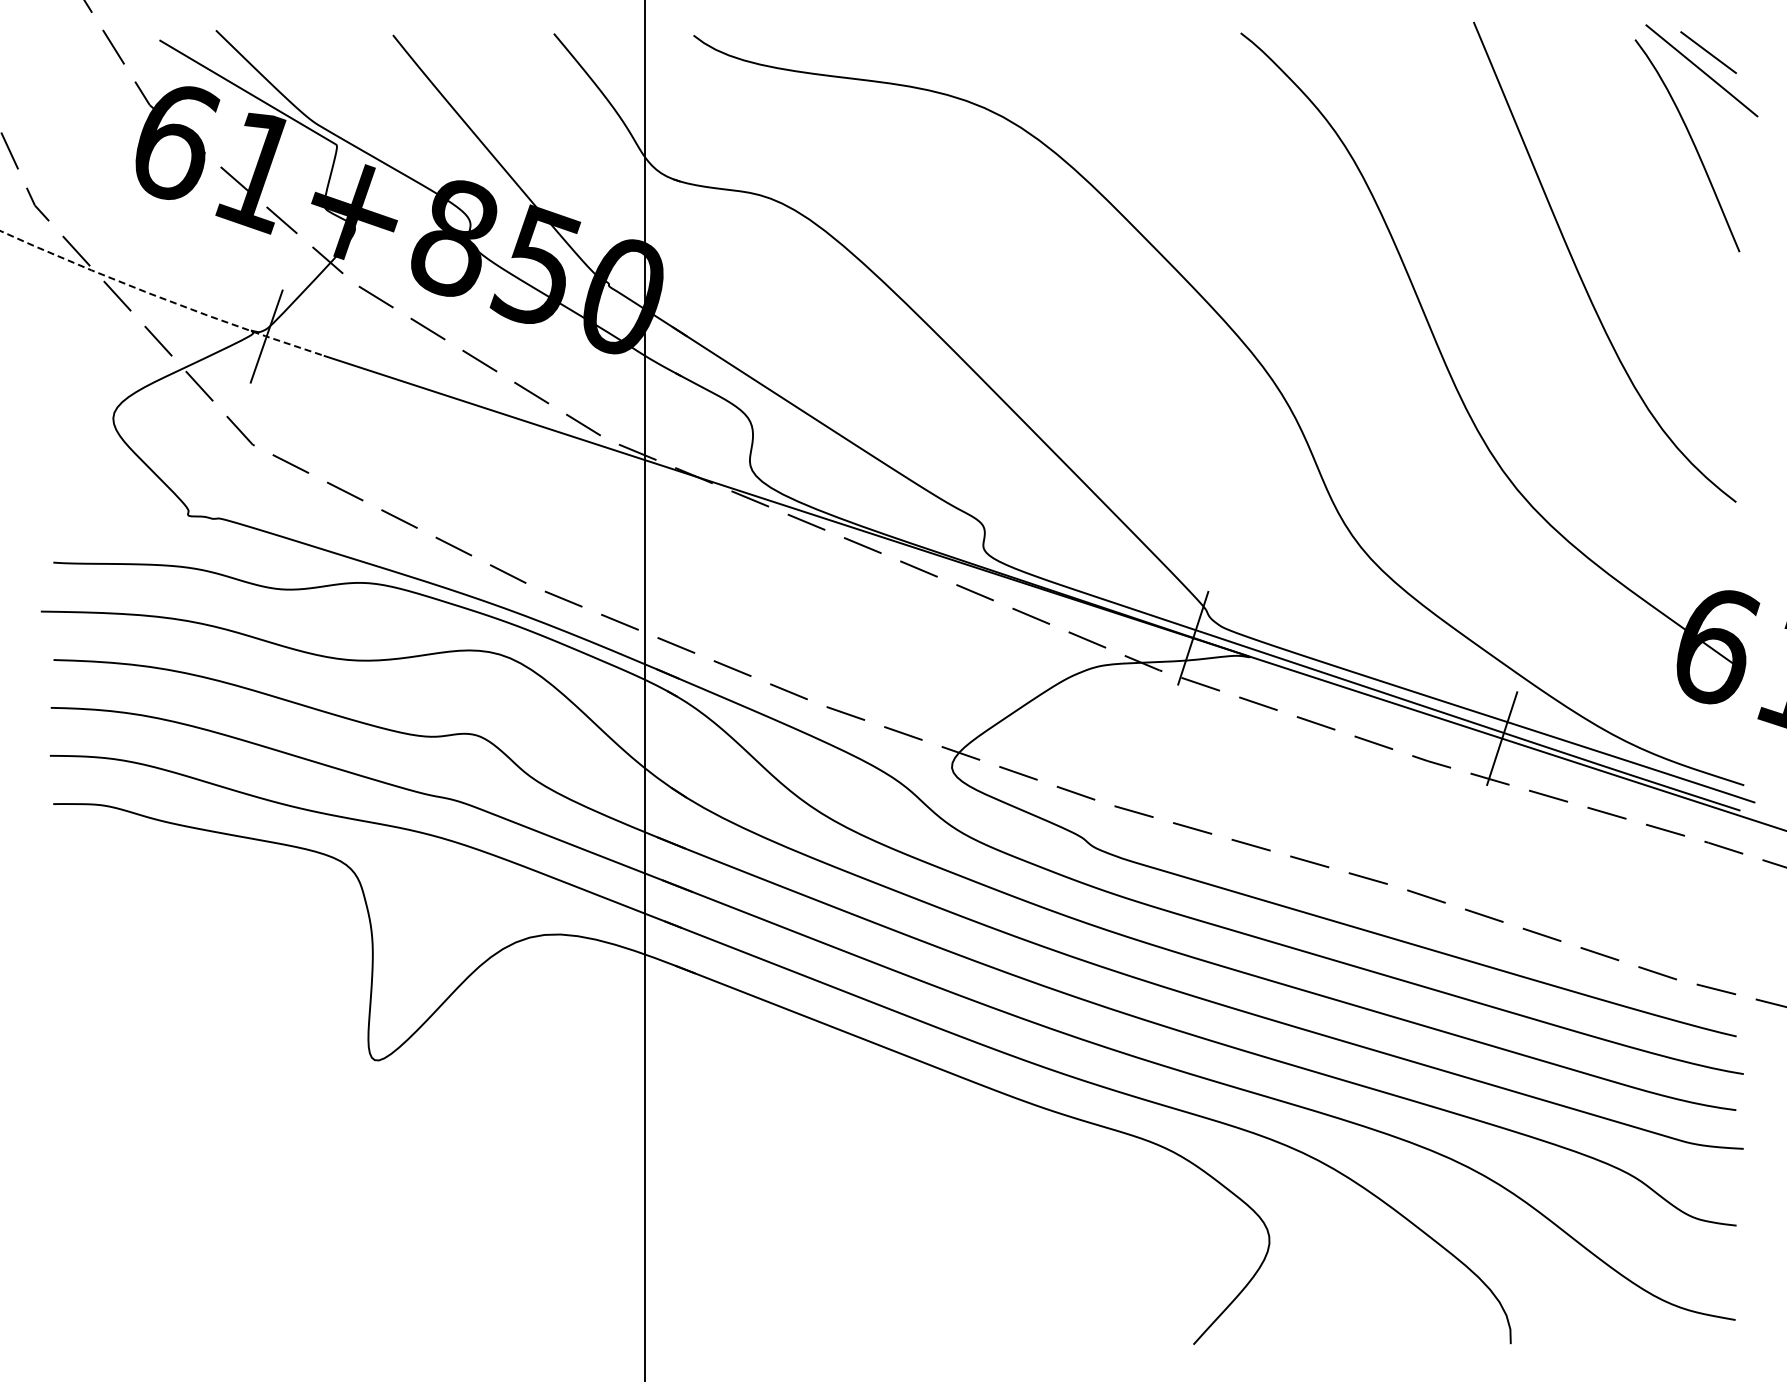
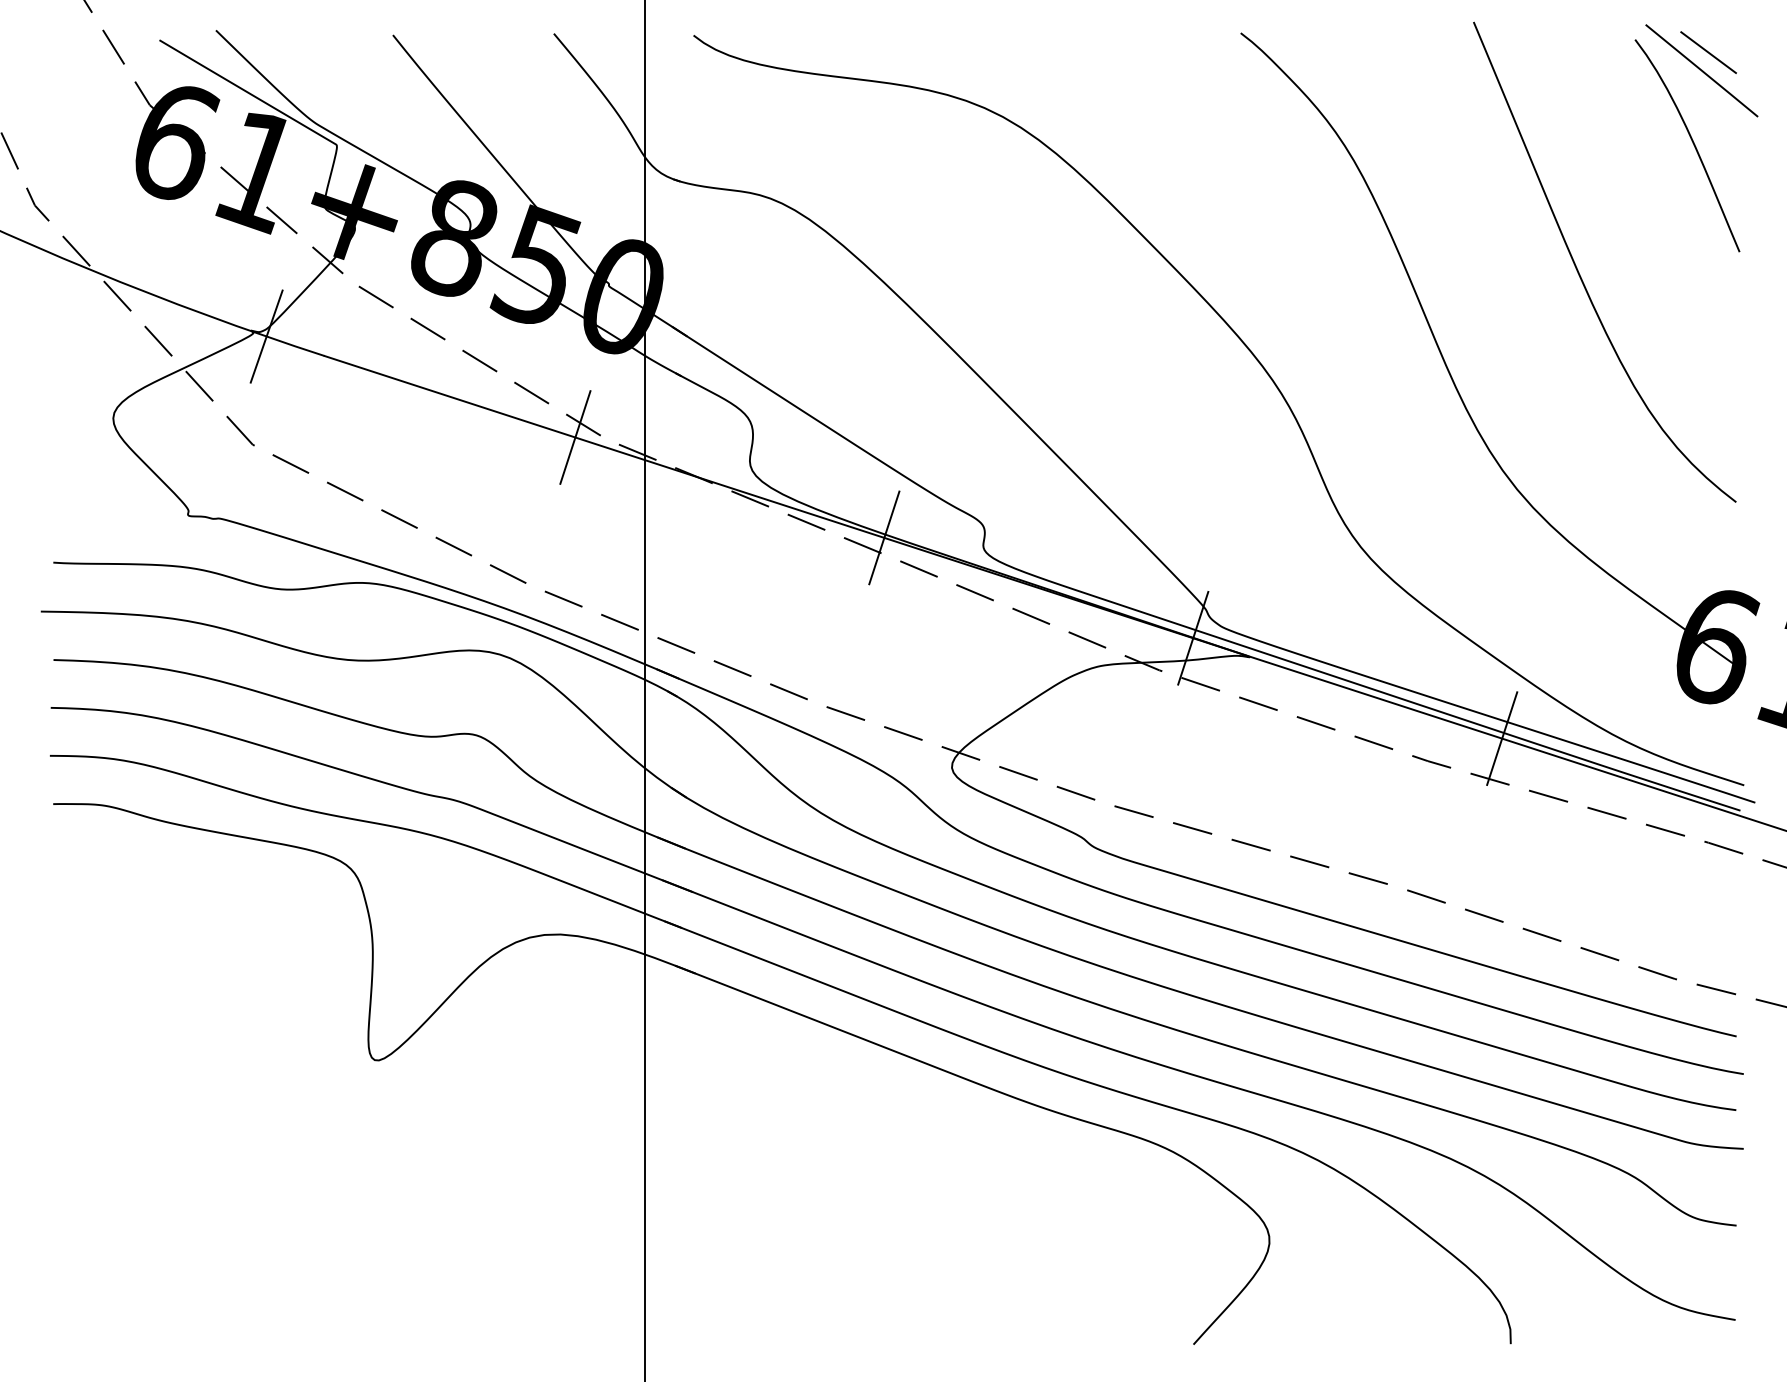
arc at (161, 298): dashed -> solid
line at (575, 437): none -> present
line at (884, 537): none -> present
